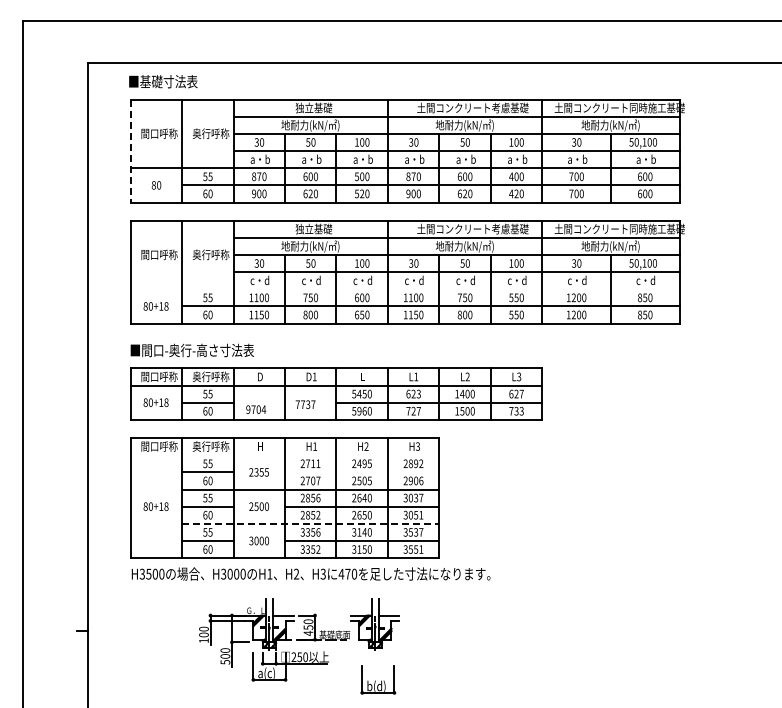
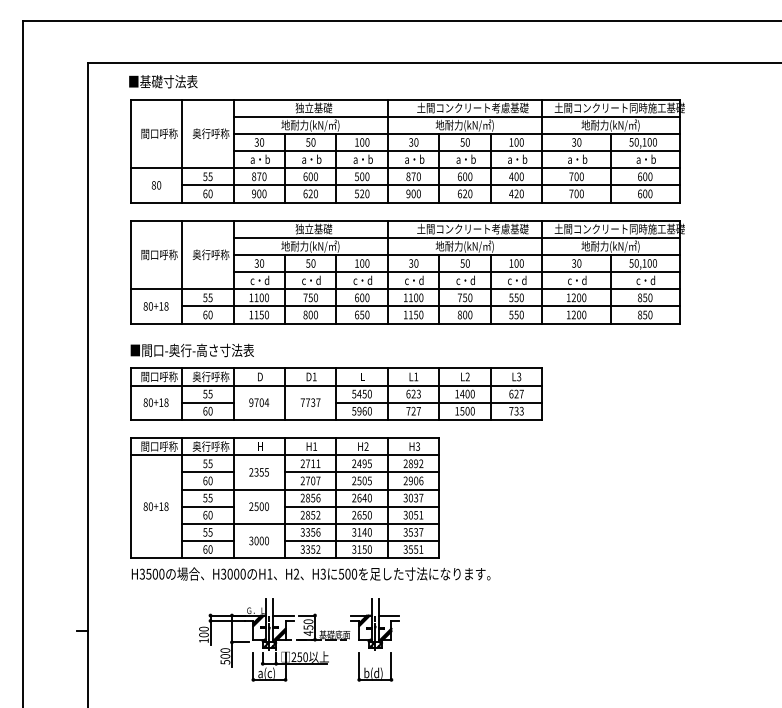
line at (130, 151): dashed -> solid
line at (404, 289): none -> present
text at (305, 404) position: (305, 404) -> (310, 402)
text at (256, 409) position: (256, 409) -> (259, 402)
line at (284, 455): none -> present
line at (362, 472): none -> present
line at (310, 523): dashed -> solid
text at (344, 573): 470 -> 500
part at (378, 679) position: (378, 679) -> (375, 666)
